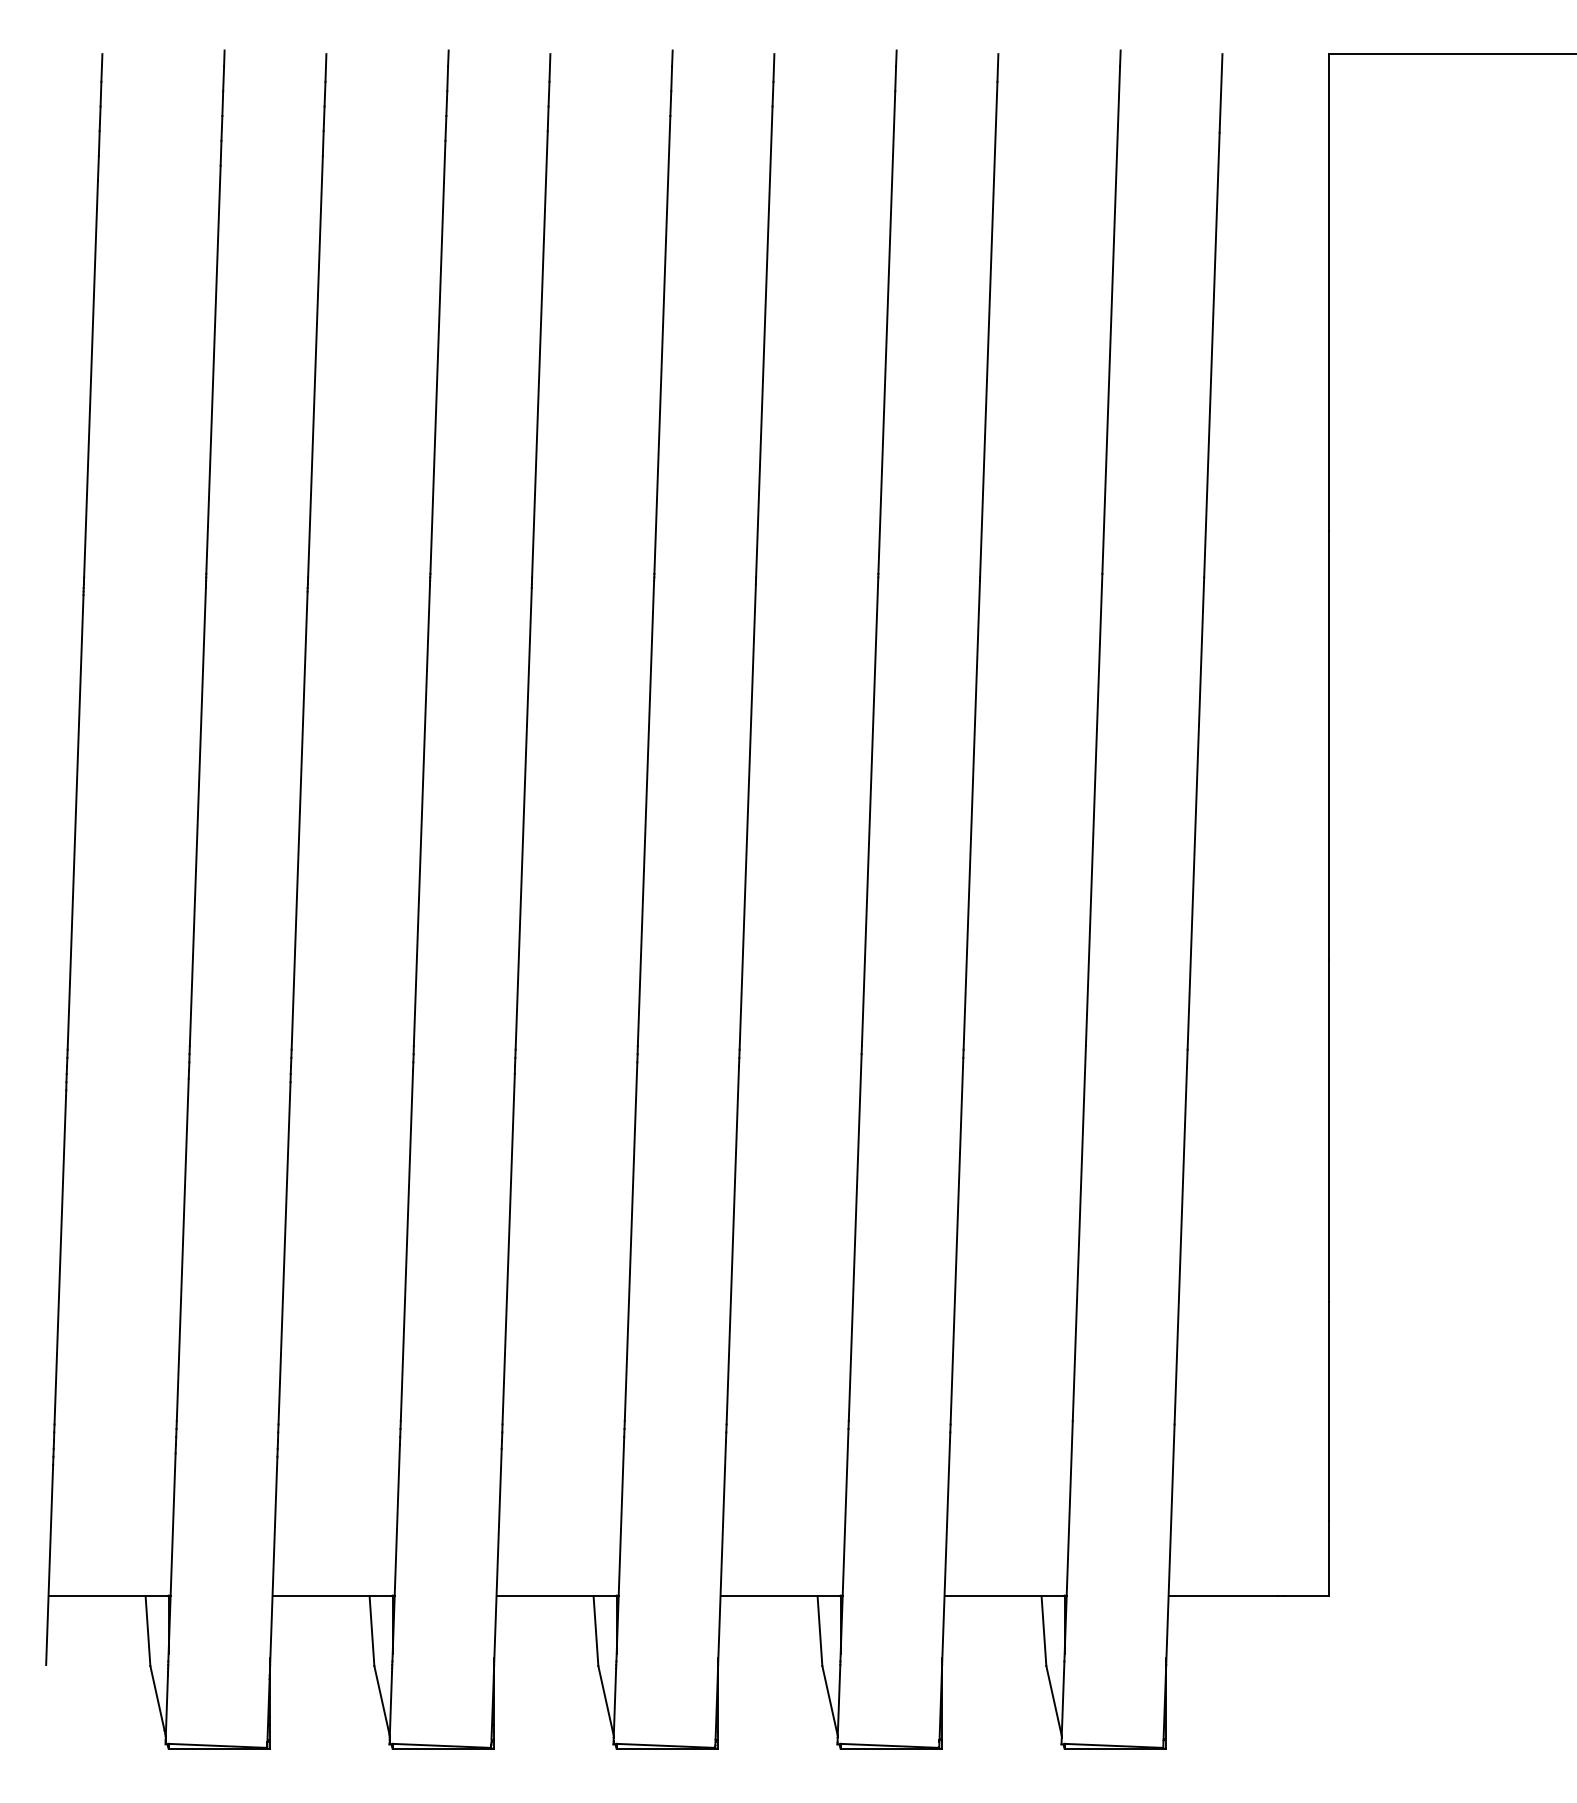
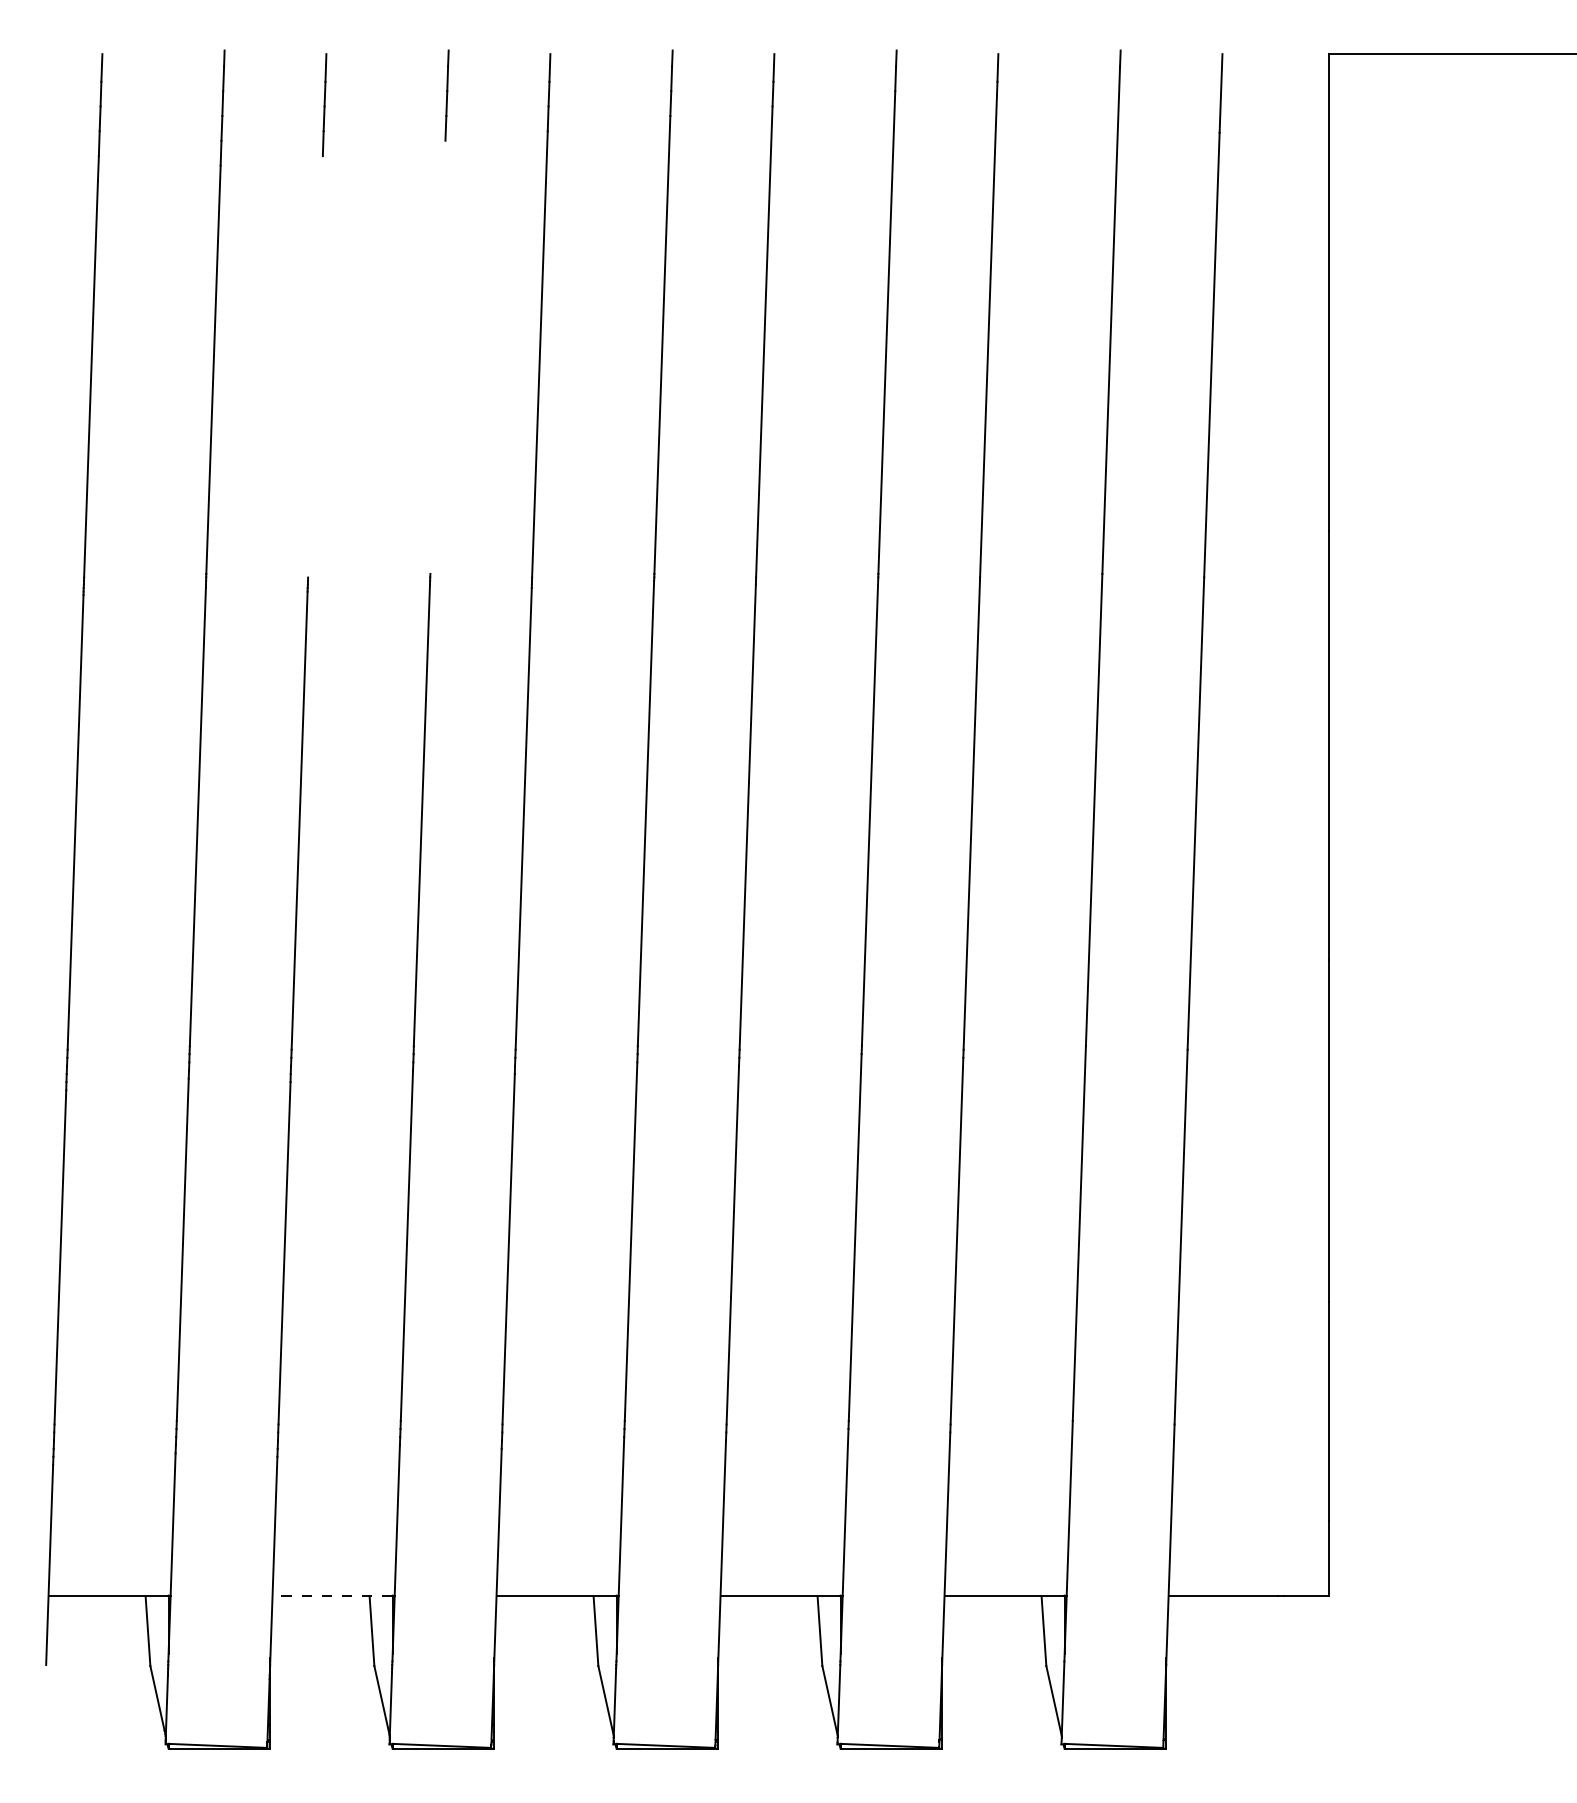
line at (437, 356): present -> none
line at (315, 366): present -> none
line at (332, 1596): solid -> dashed
